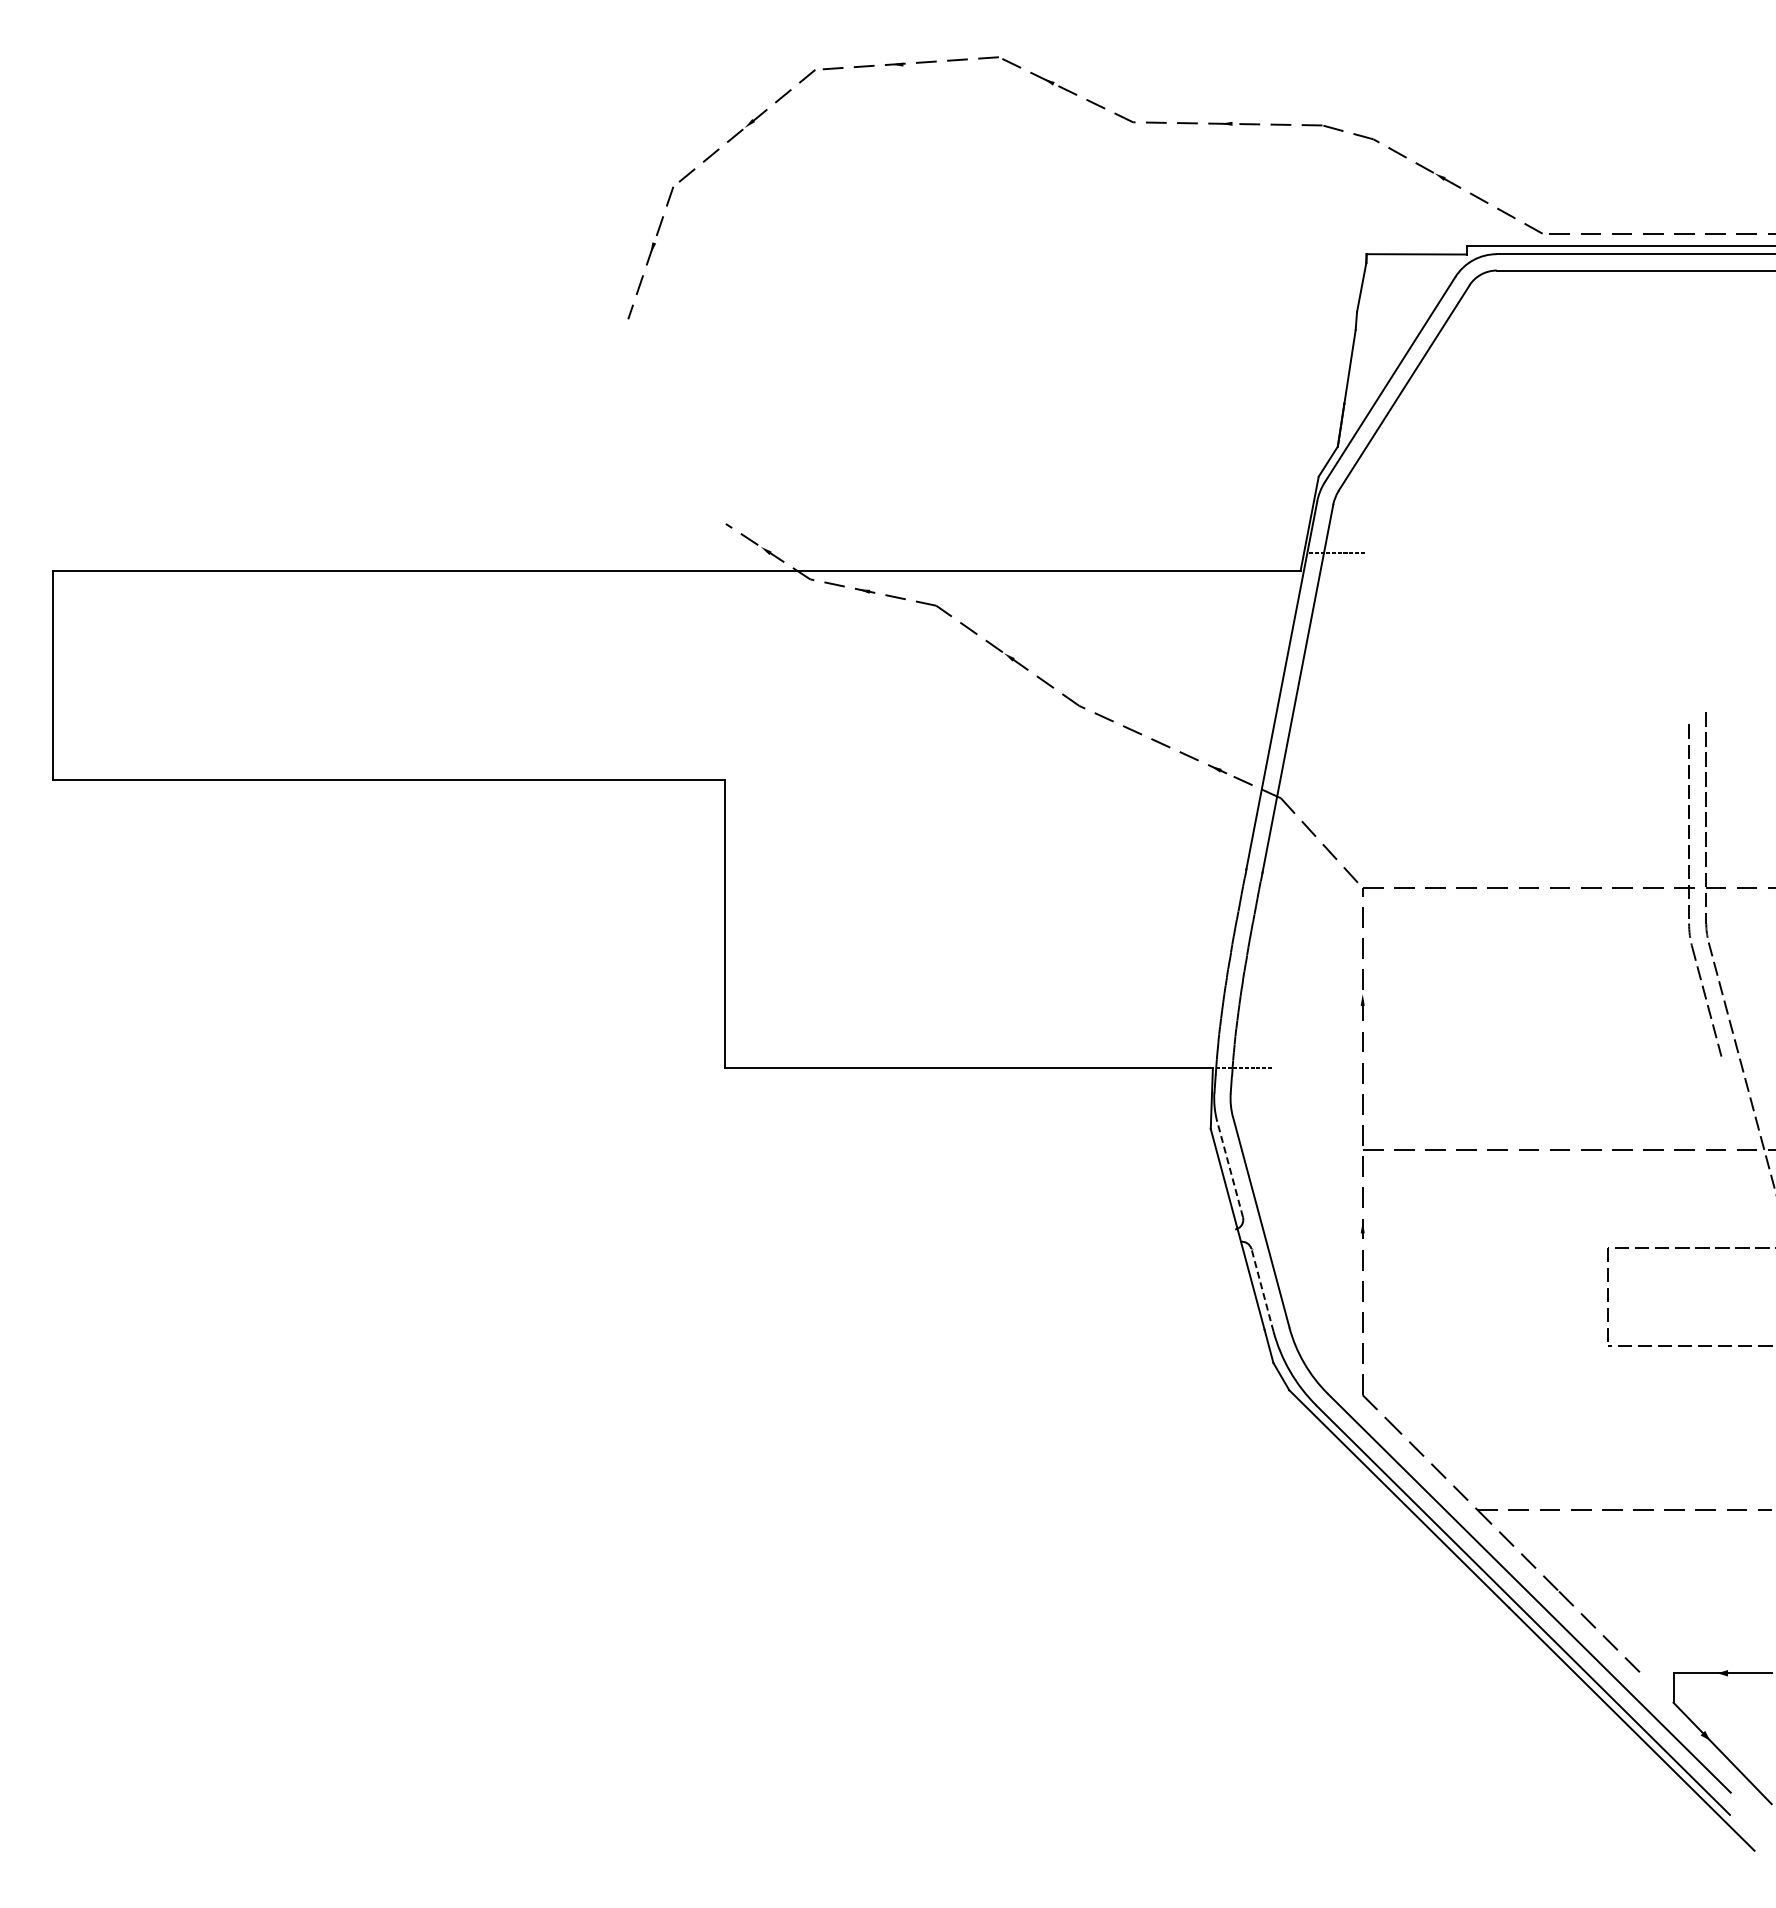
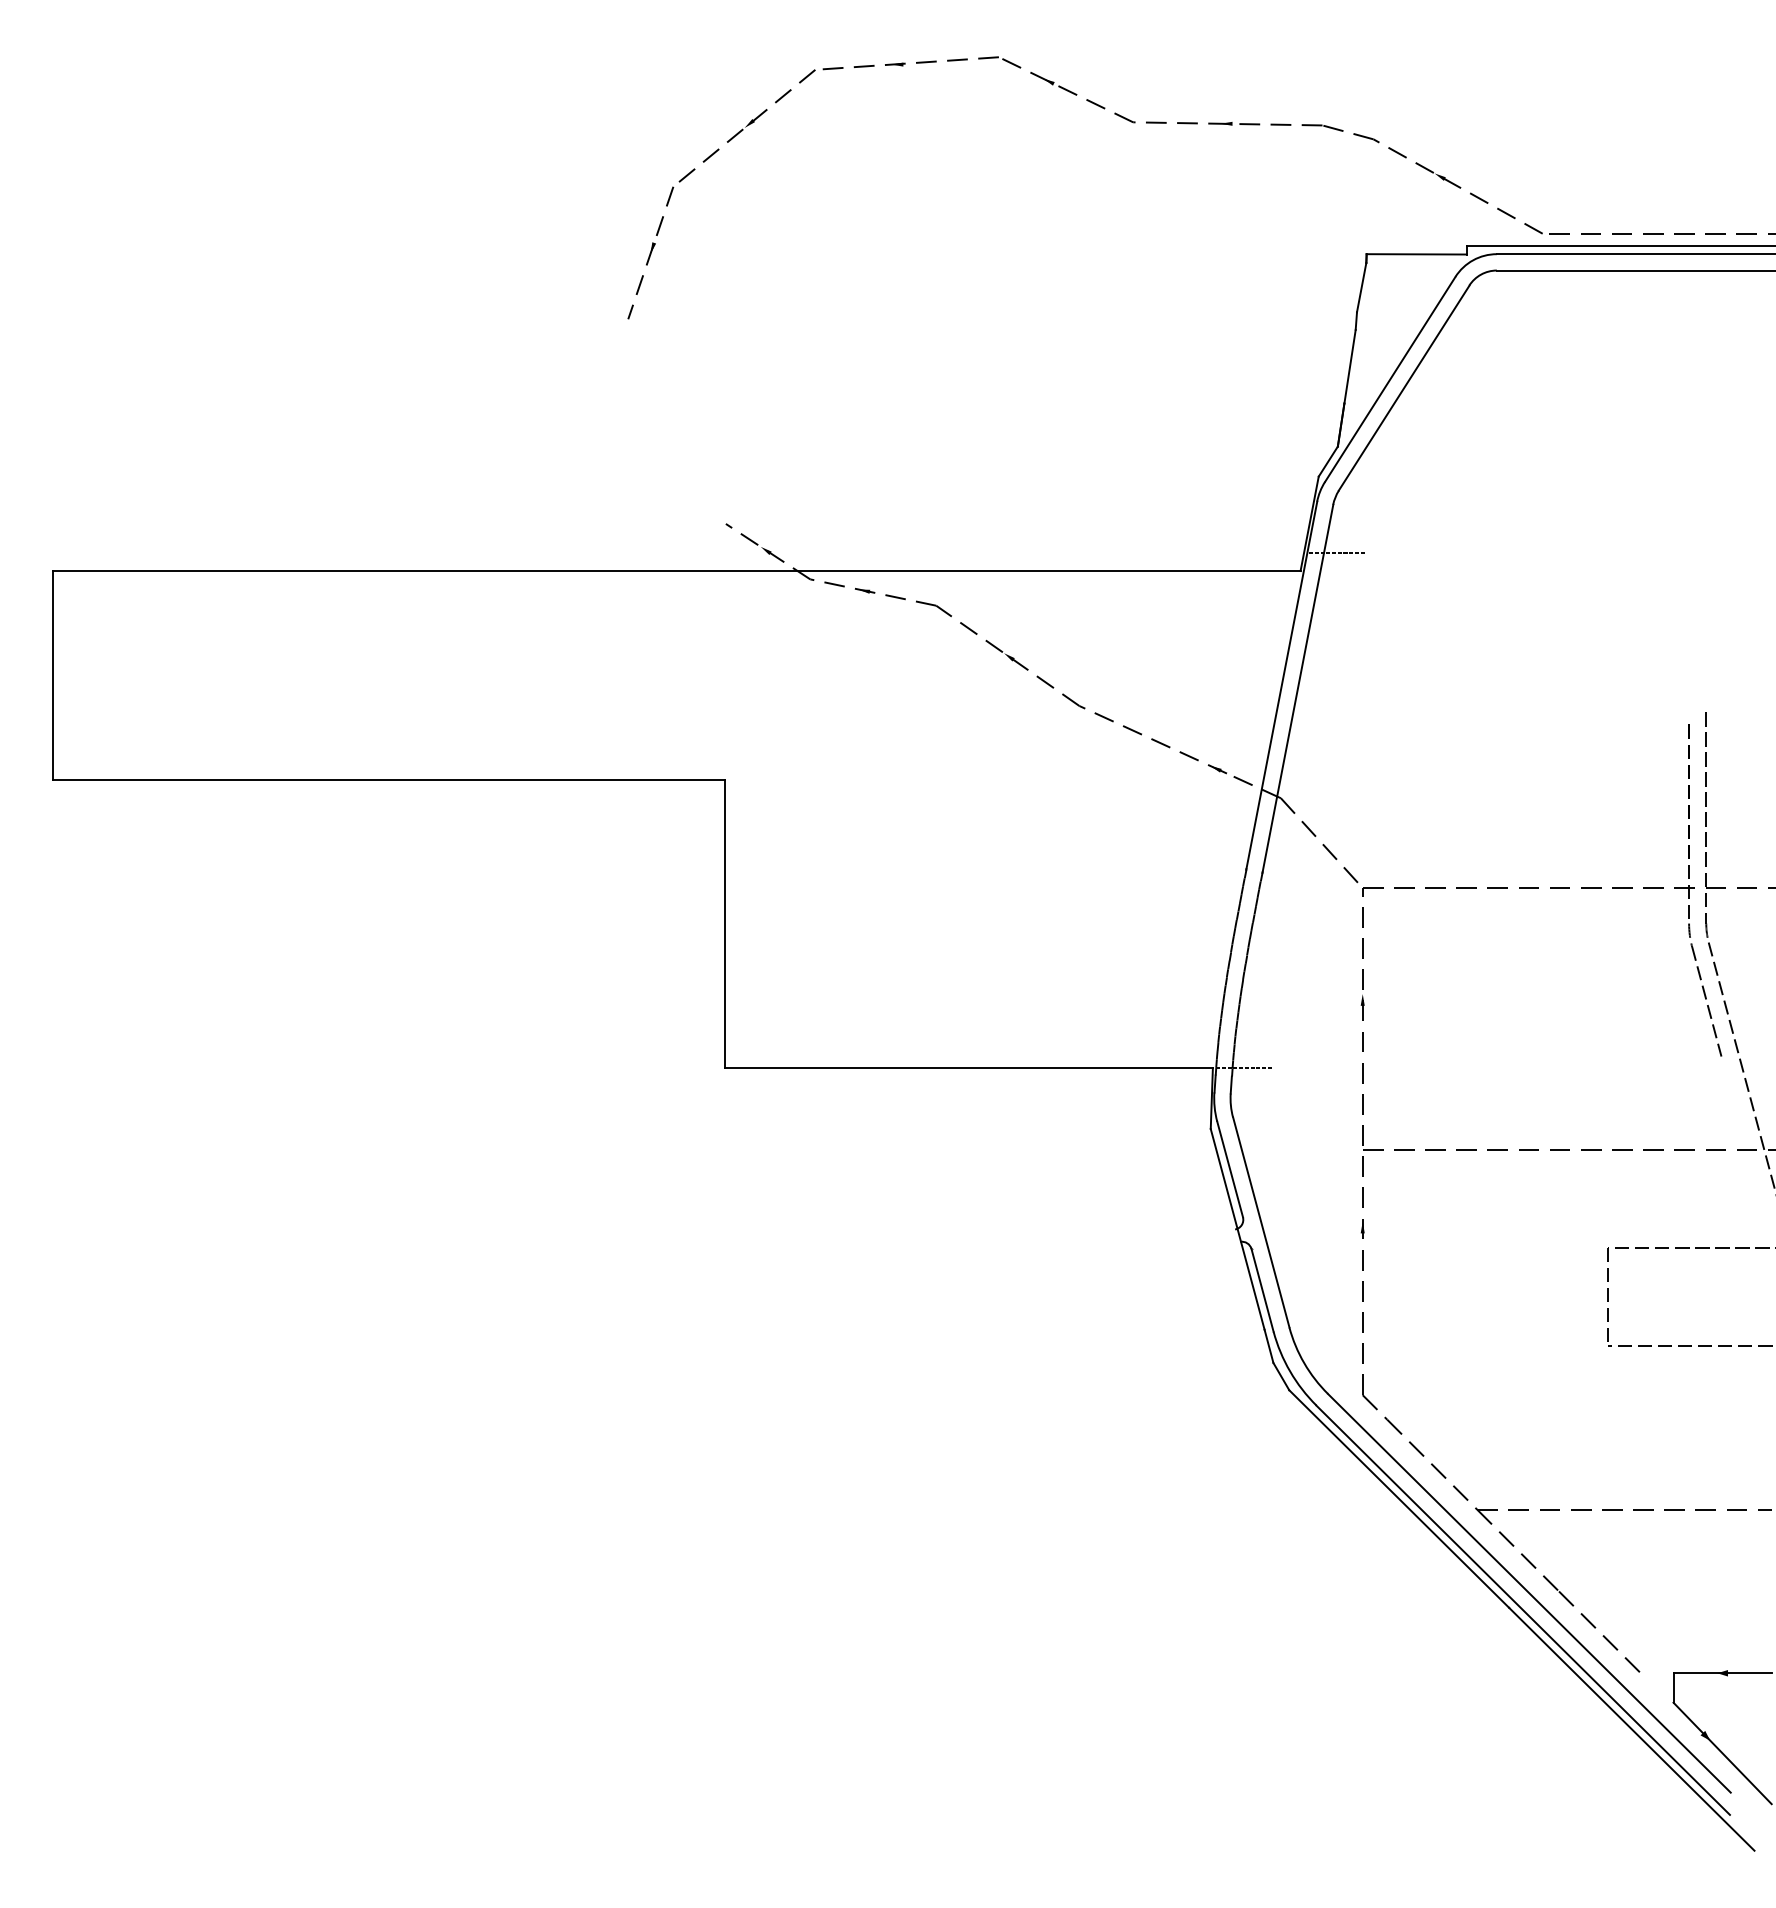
line at (1230, 1169): dashed -> solid
line at (1262, 1290): dashed -> solid
